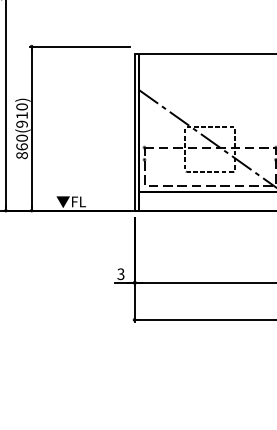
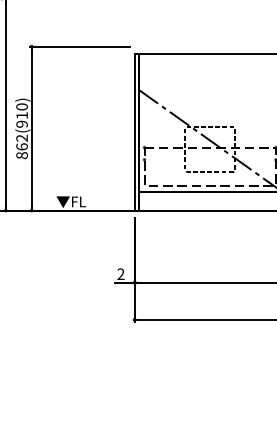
text at (21, 137): 860(910) -> 862(910)
text at (120, 274): 3 -> 2
